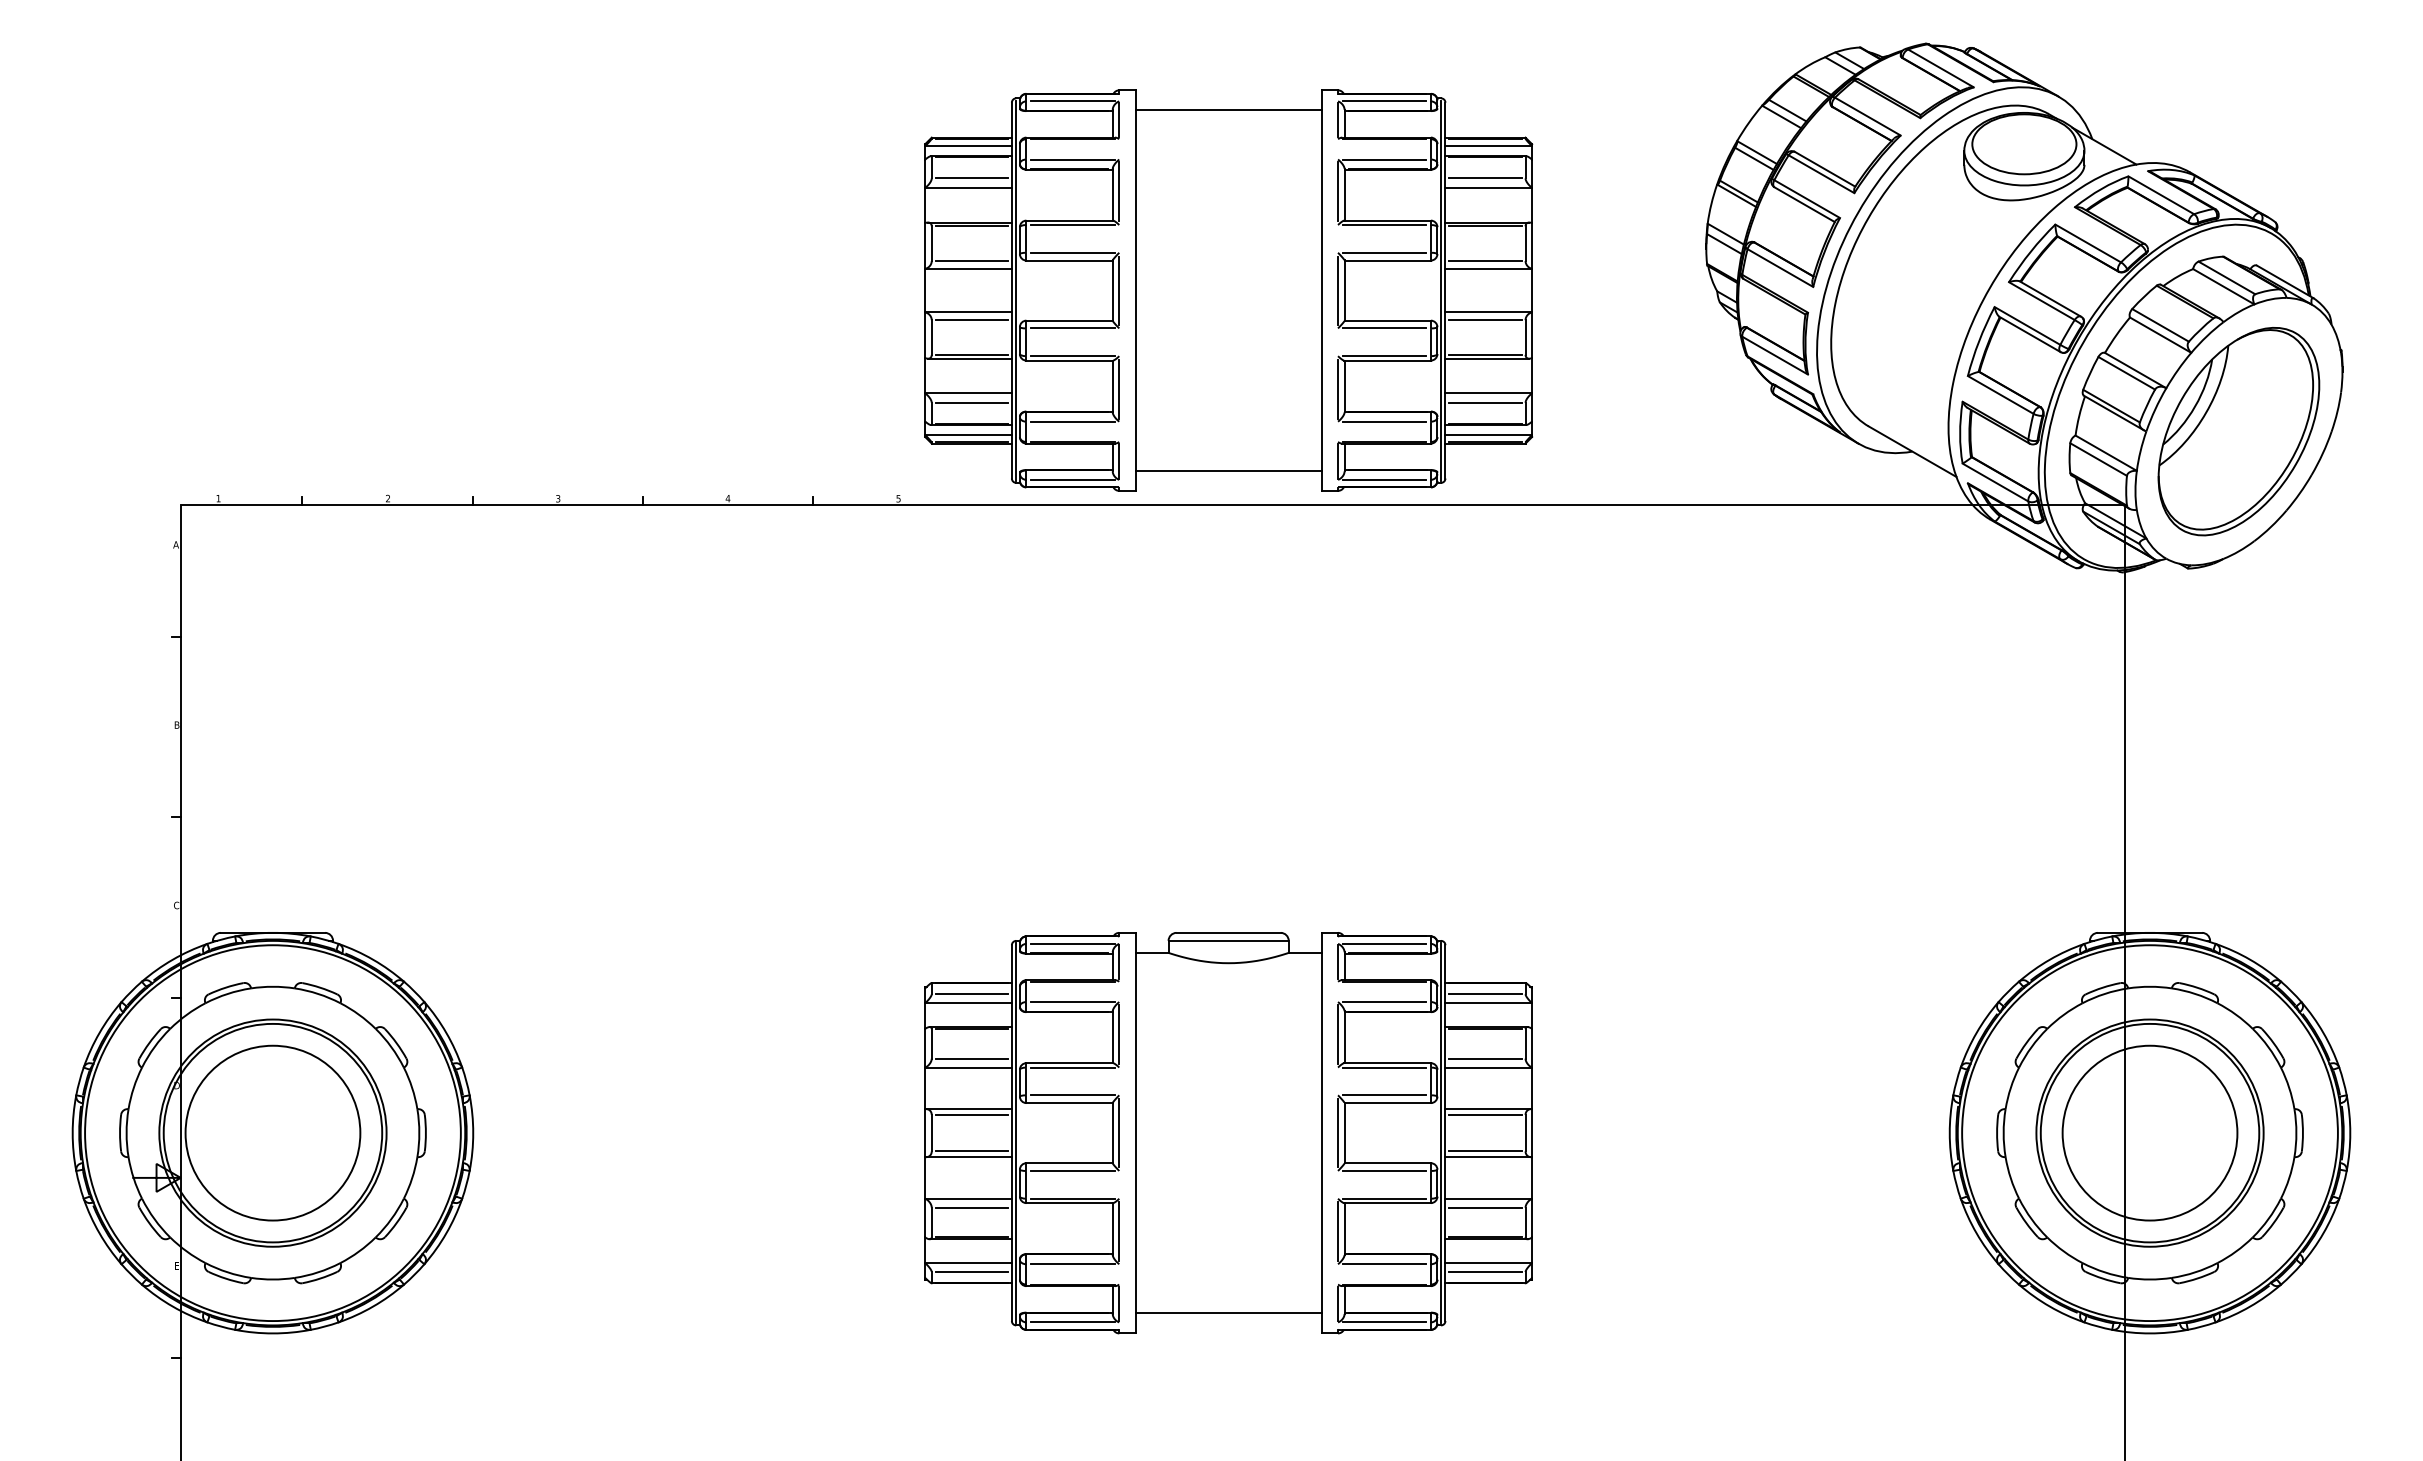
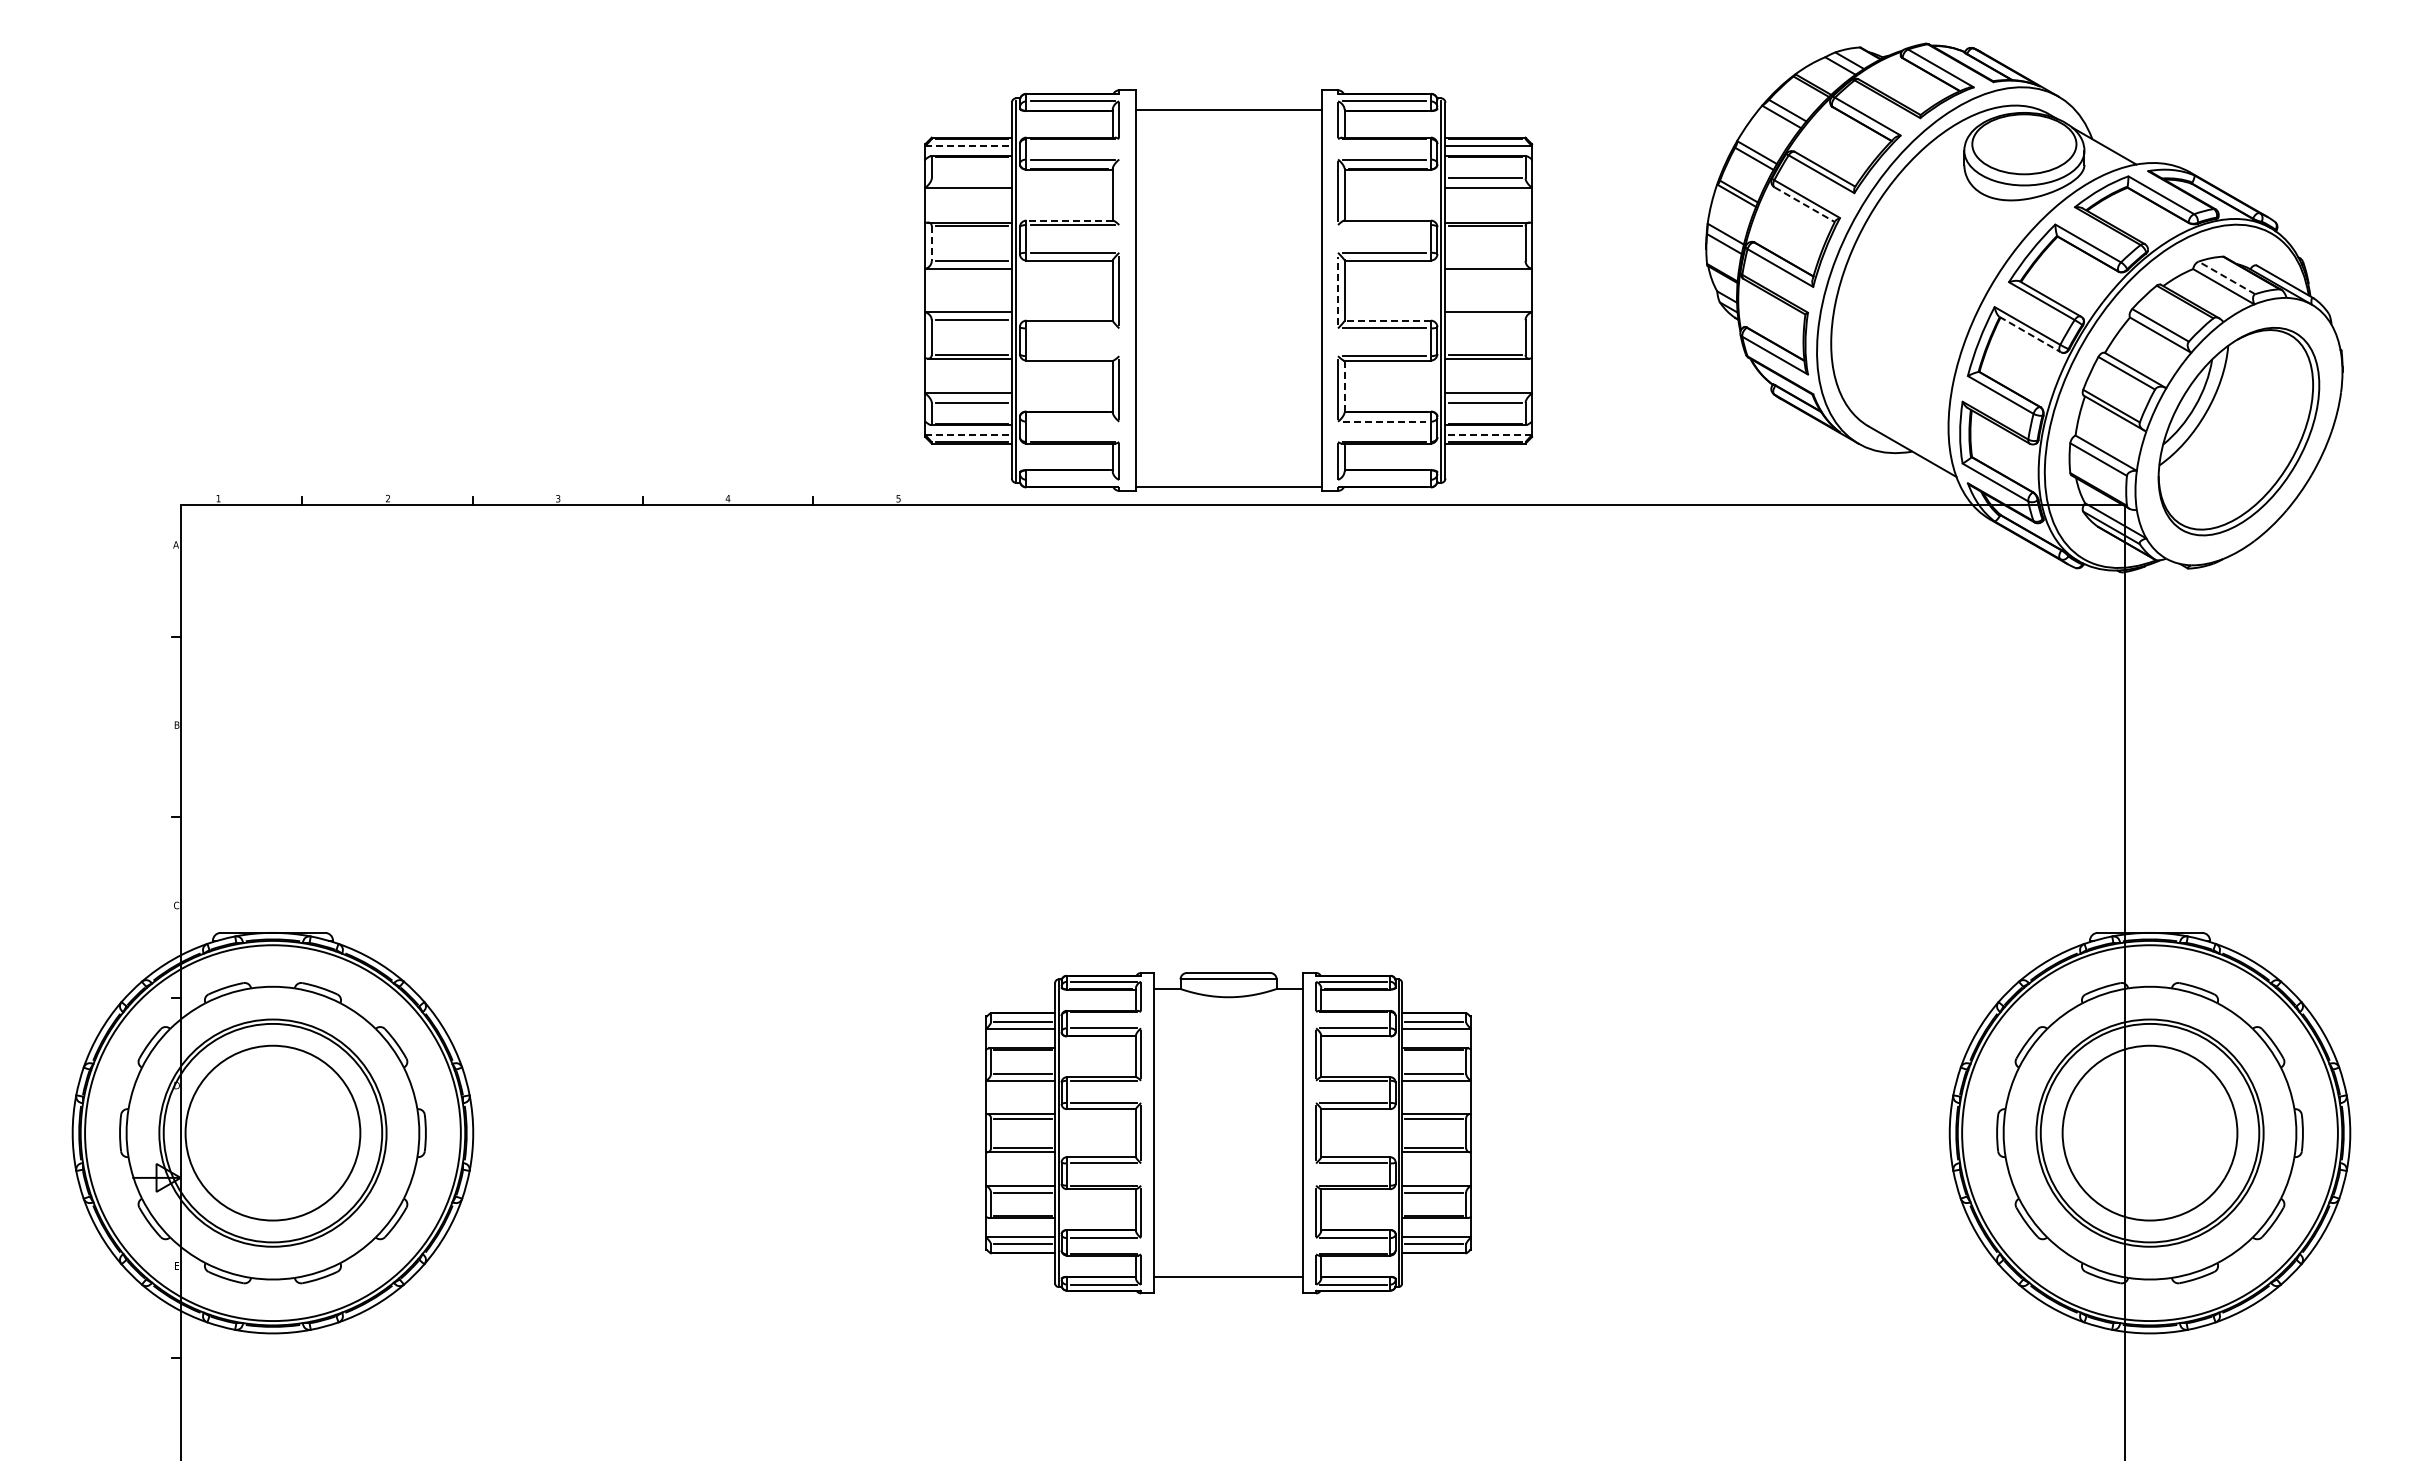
line at (969, 146): solid -> dashed
line at (971, 178): present -> none
line at (1119, 191): present -> none
line at (1804, 204): solid -> dashed
line at (1069, 220): solid -> dashed
line at (1384, 225): present -> none
line at (931, 244): solid -> dashed
line at (1485, 261): present -> none
line at (2226, 277): solid -> dashed
line at (1338, 290): solid -> dashed
line at (1387, 320): solid -> dashed
line at (1485, 320): present -> none
line at (1072, 328): present -> none
line at (2030, 334): solid -> dashed
line at (1072, 356): present -> none
line at (1344, 386): solid -> dashed
line at (1072, 421): present -> none
line at (1384, 421): solid -> dashed
line at (969, 435): solid -> dashed
line at (1488, 435): solid -> dashed
line at (1228, 470) position: (1228, 470) -> (1228, 486)
line at (1072, 479): present -> none
line at (1384, 479): present -> none
part at (1228, 1133) size: 609x403 px -> 487x323 px
